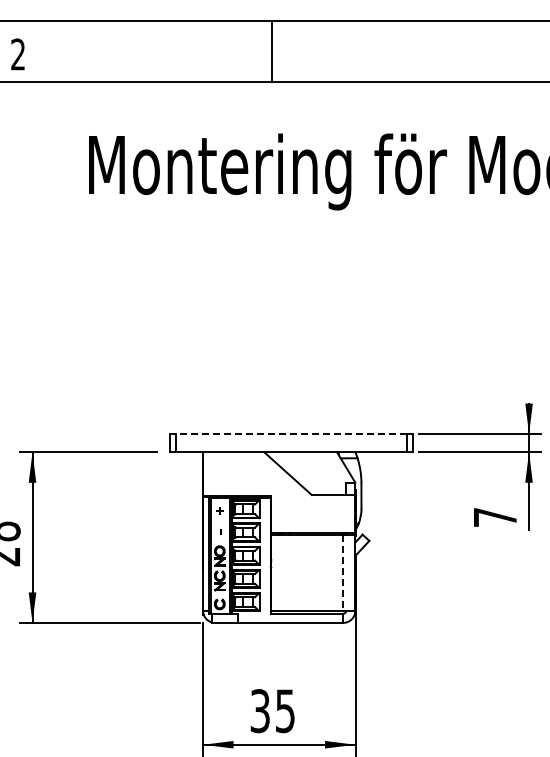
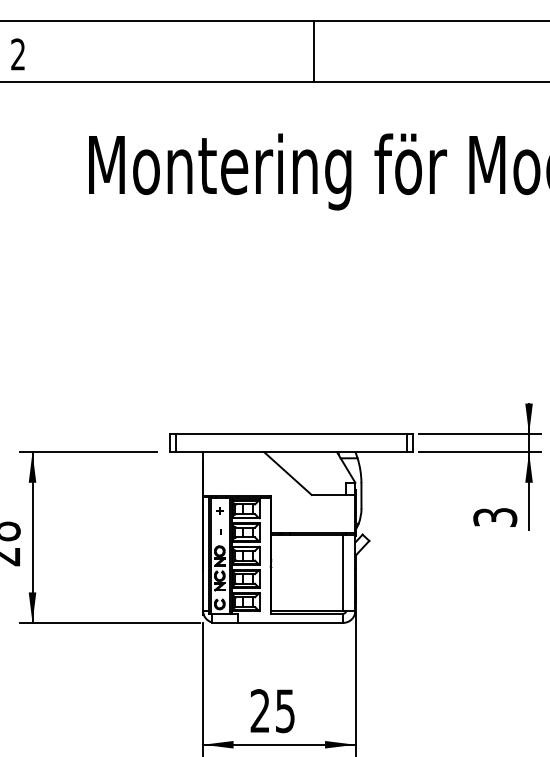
line at (271, 51) position: (271, 51) -> (313, 51)
line at (291, 434): dashed -> solid
text at (495, 517): 7 -> 3
line at (343, 573): dashed -> solid
text at (259, 711): 35 -> 25
